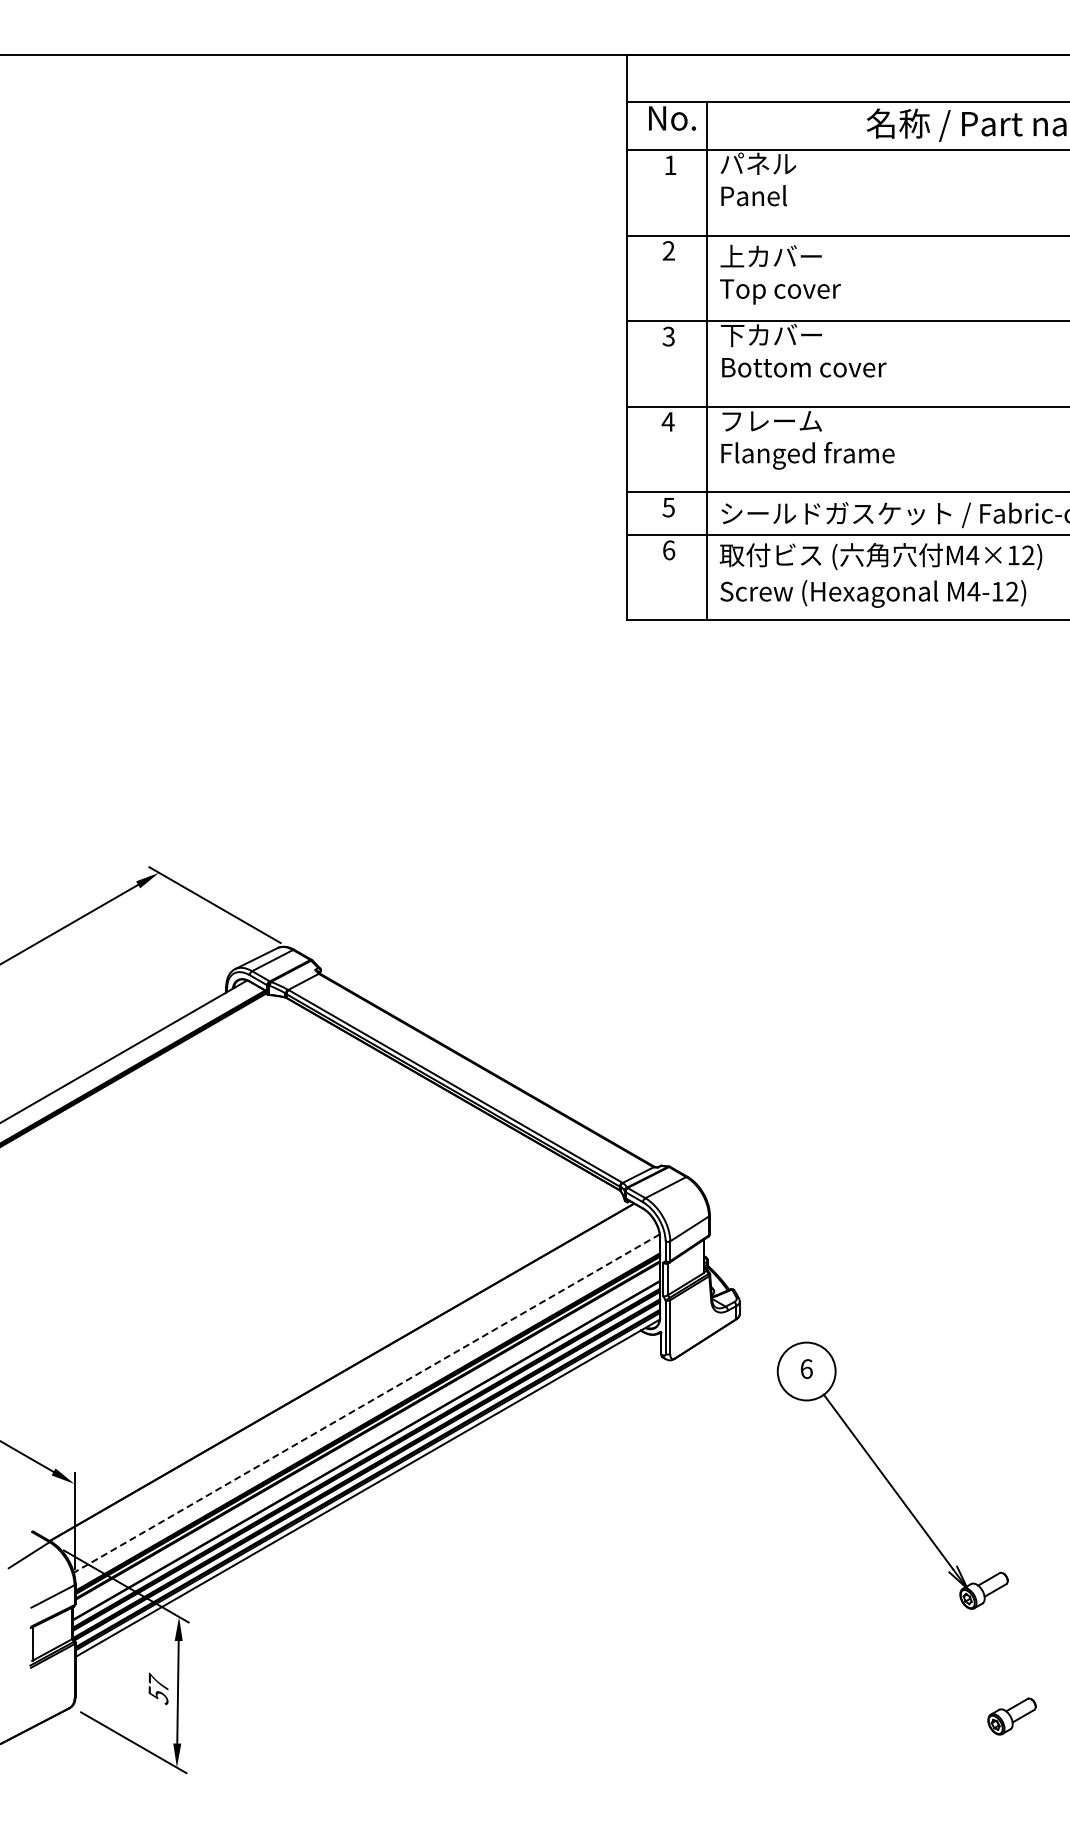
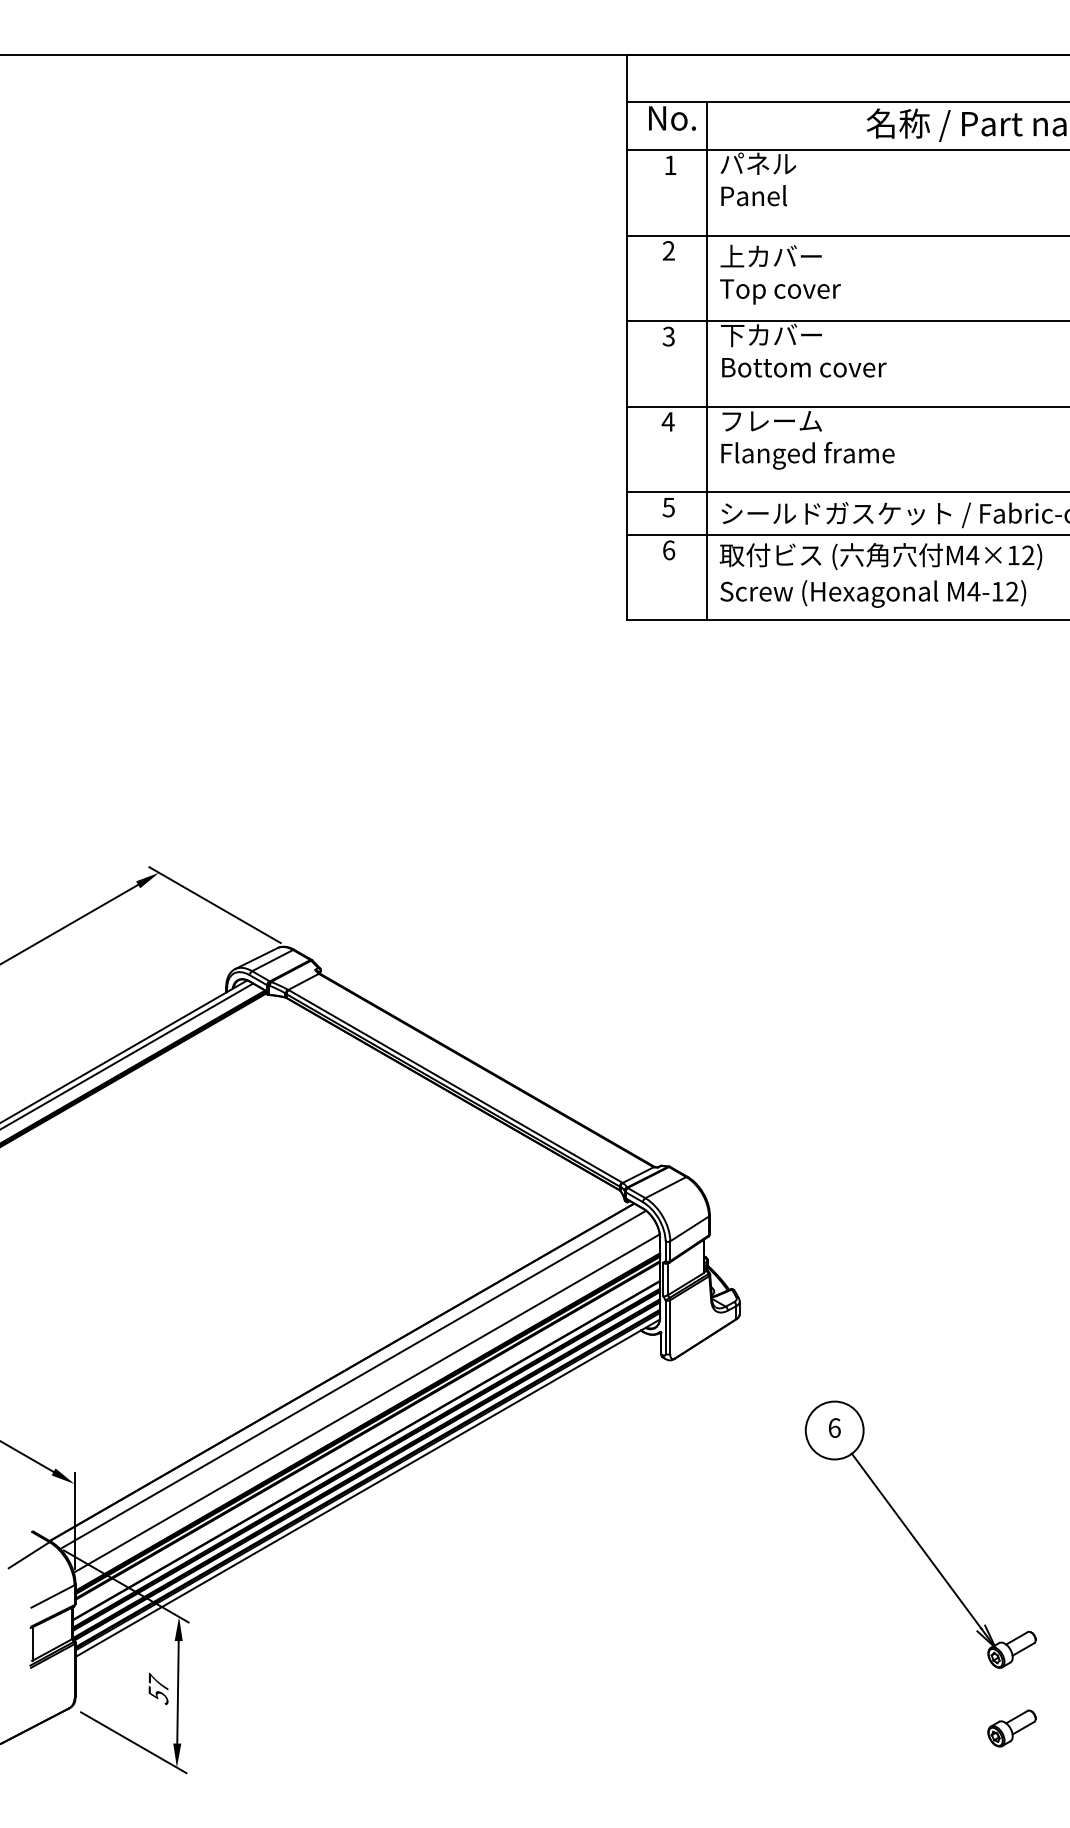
line at (127, 1055): none -> present
line at (353, 1379): none -> present
line at (366, 1403): dashed -> solid
part at (892, 1475) position: (892, 1475) -> (920, 1534)
part at (1011, 1716) position: (1011, 1716) -> (1011, 1728)
